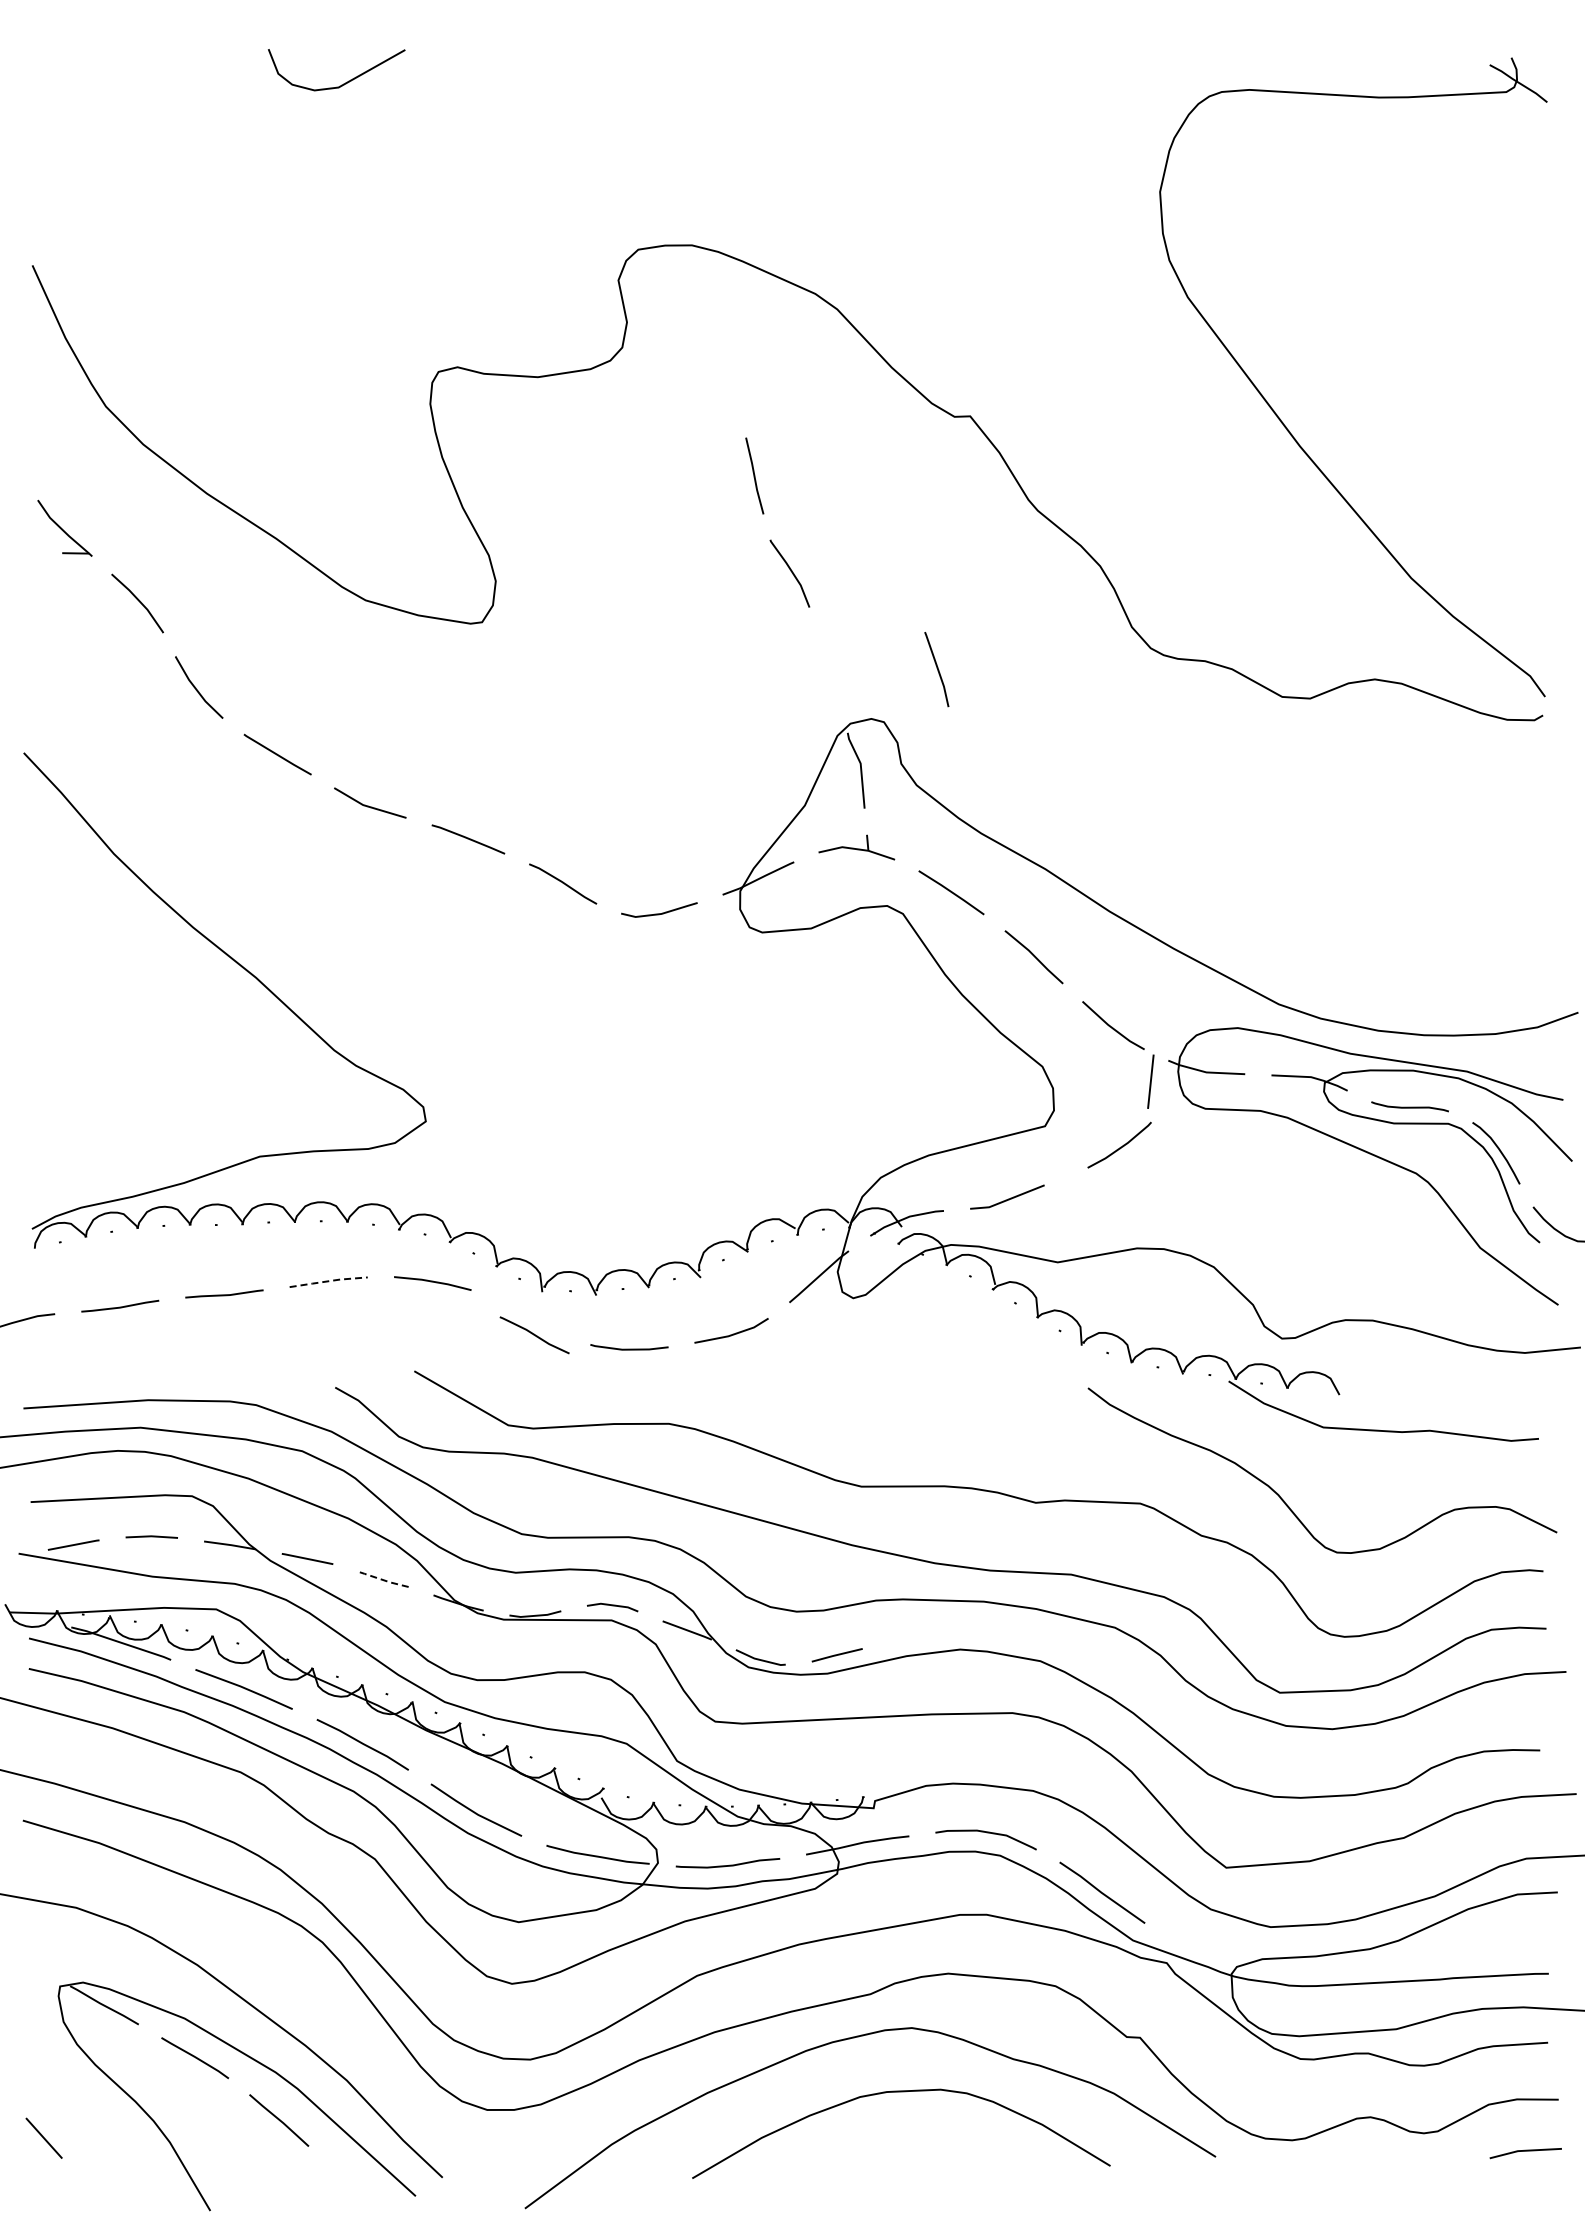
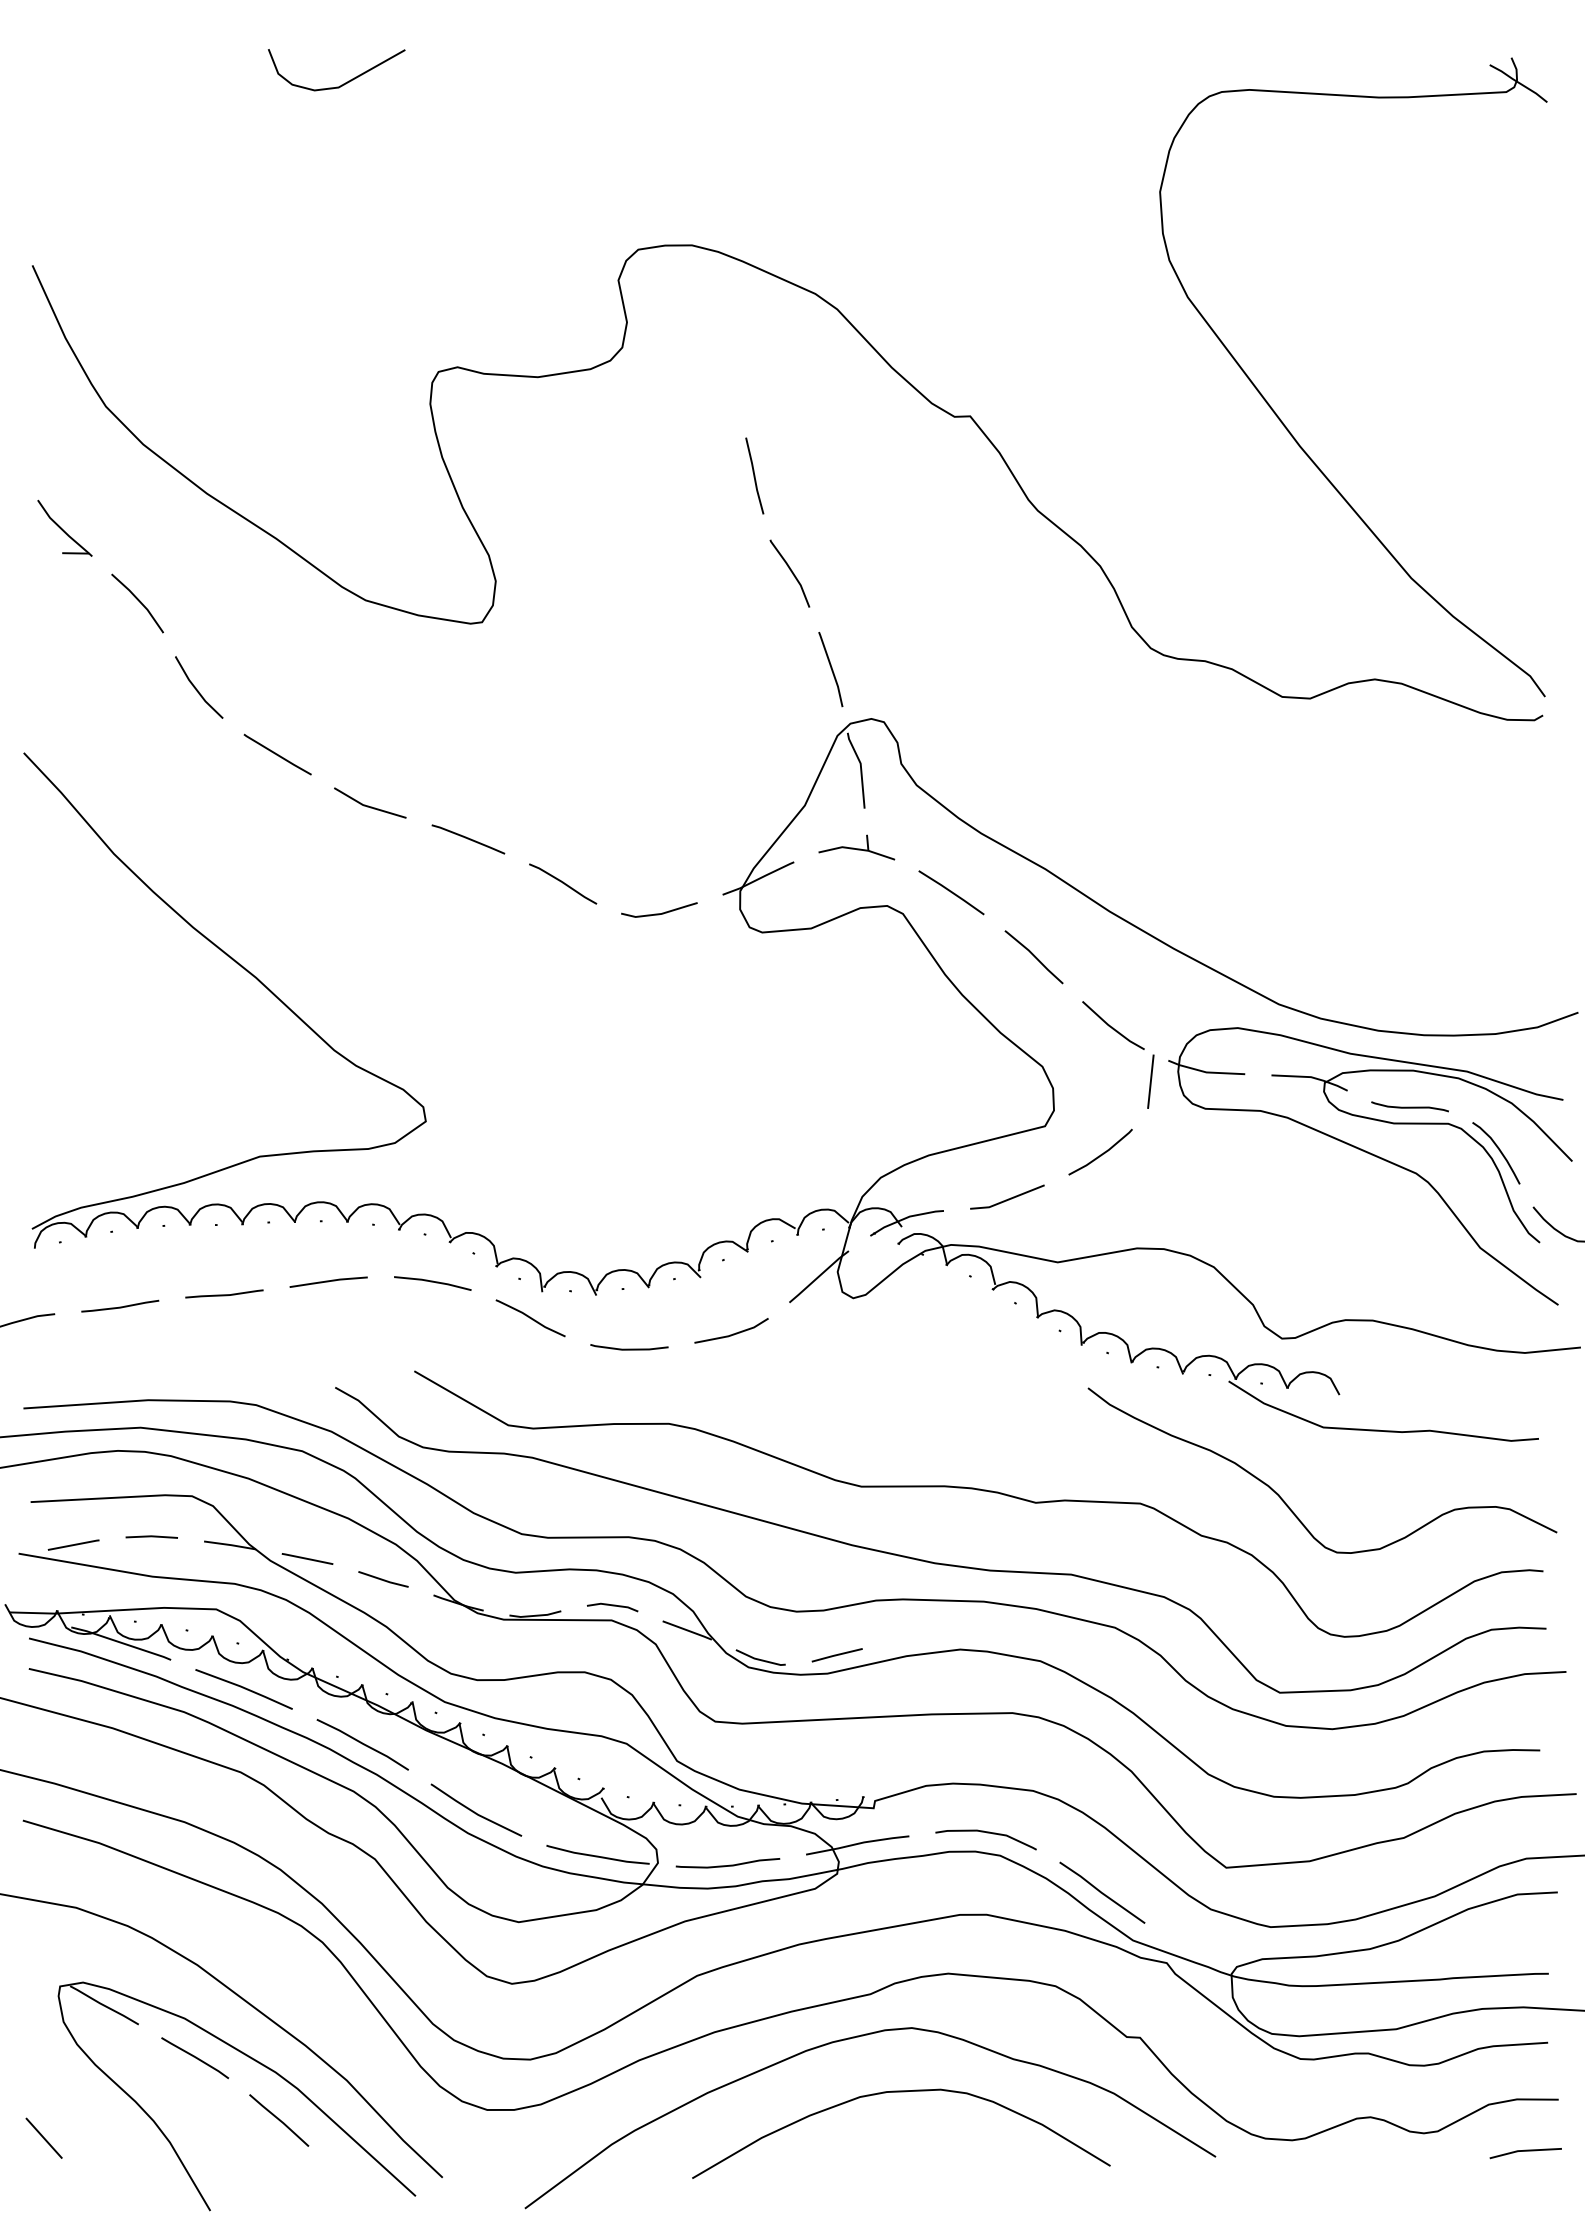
curve at (936, 668) position: (936, 668) -> (830, 668)
line at (1120, 1146) position: (1120, 1146) -> (1101, 1153)
line at (328, 1281): dashed -> solid
curve at (534, 1335) position: (534, 1335) -> (530, 1318)
line at (383, 1580): dashed -> solid
